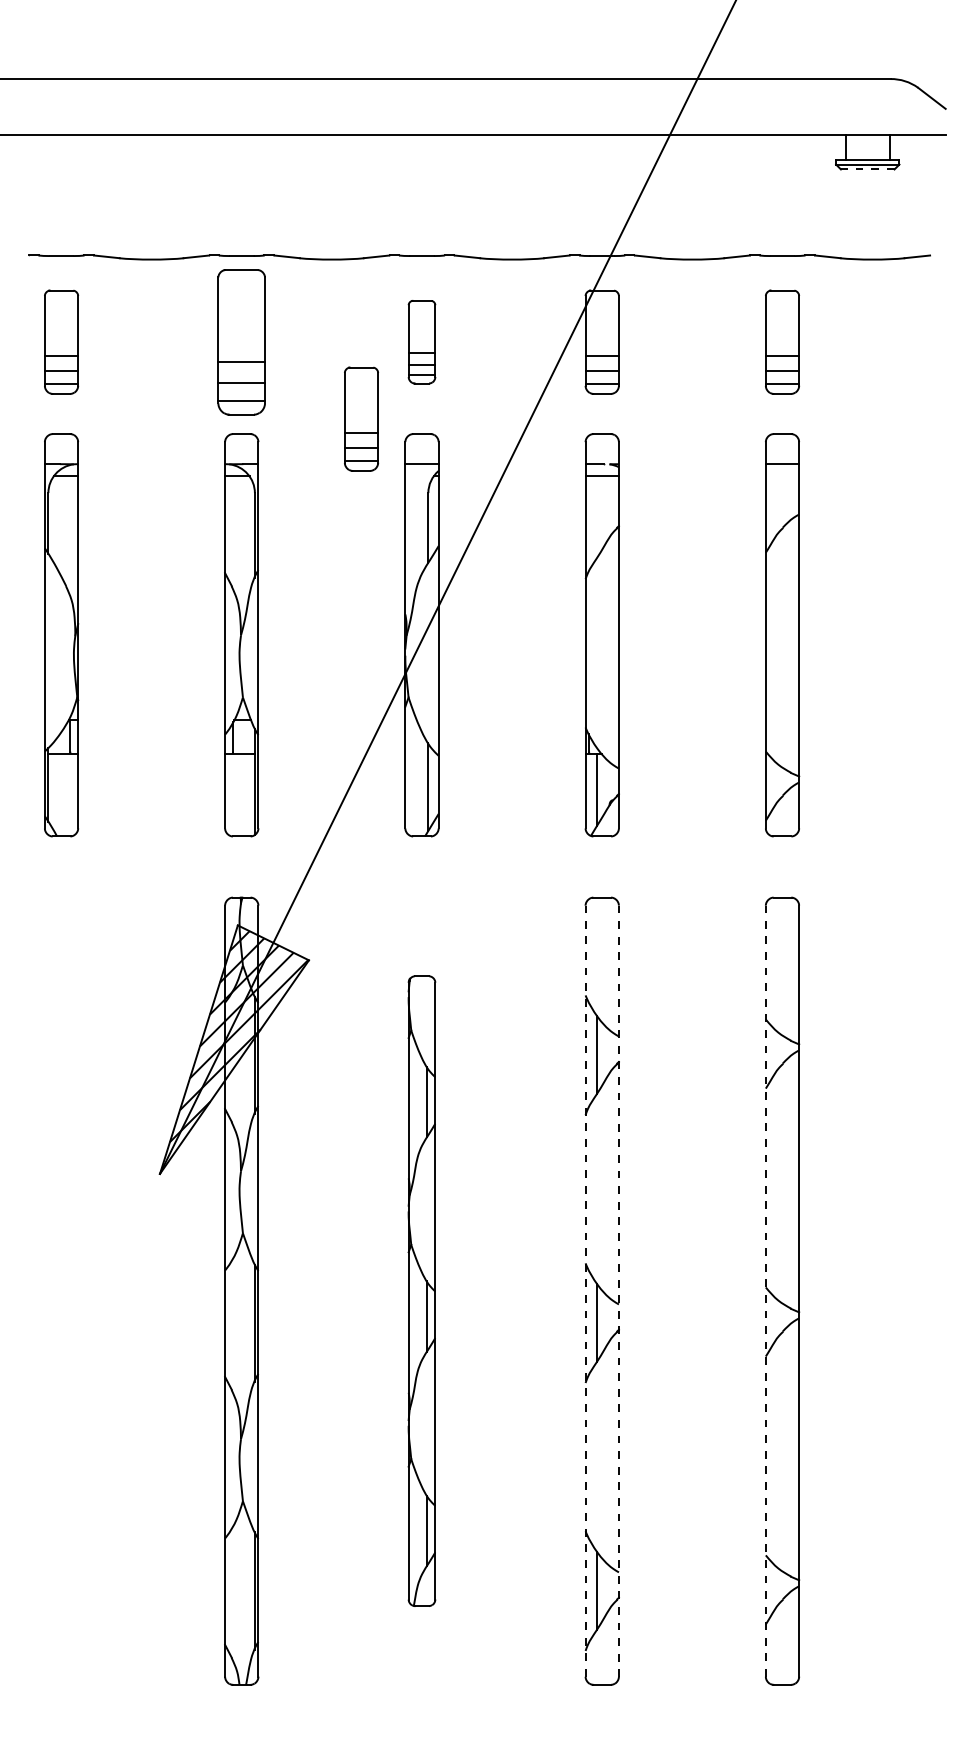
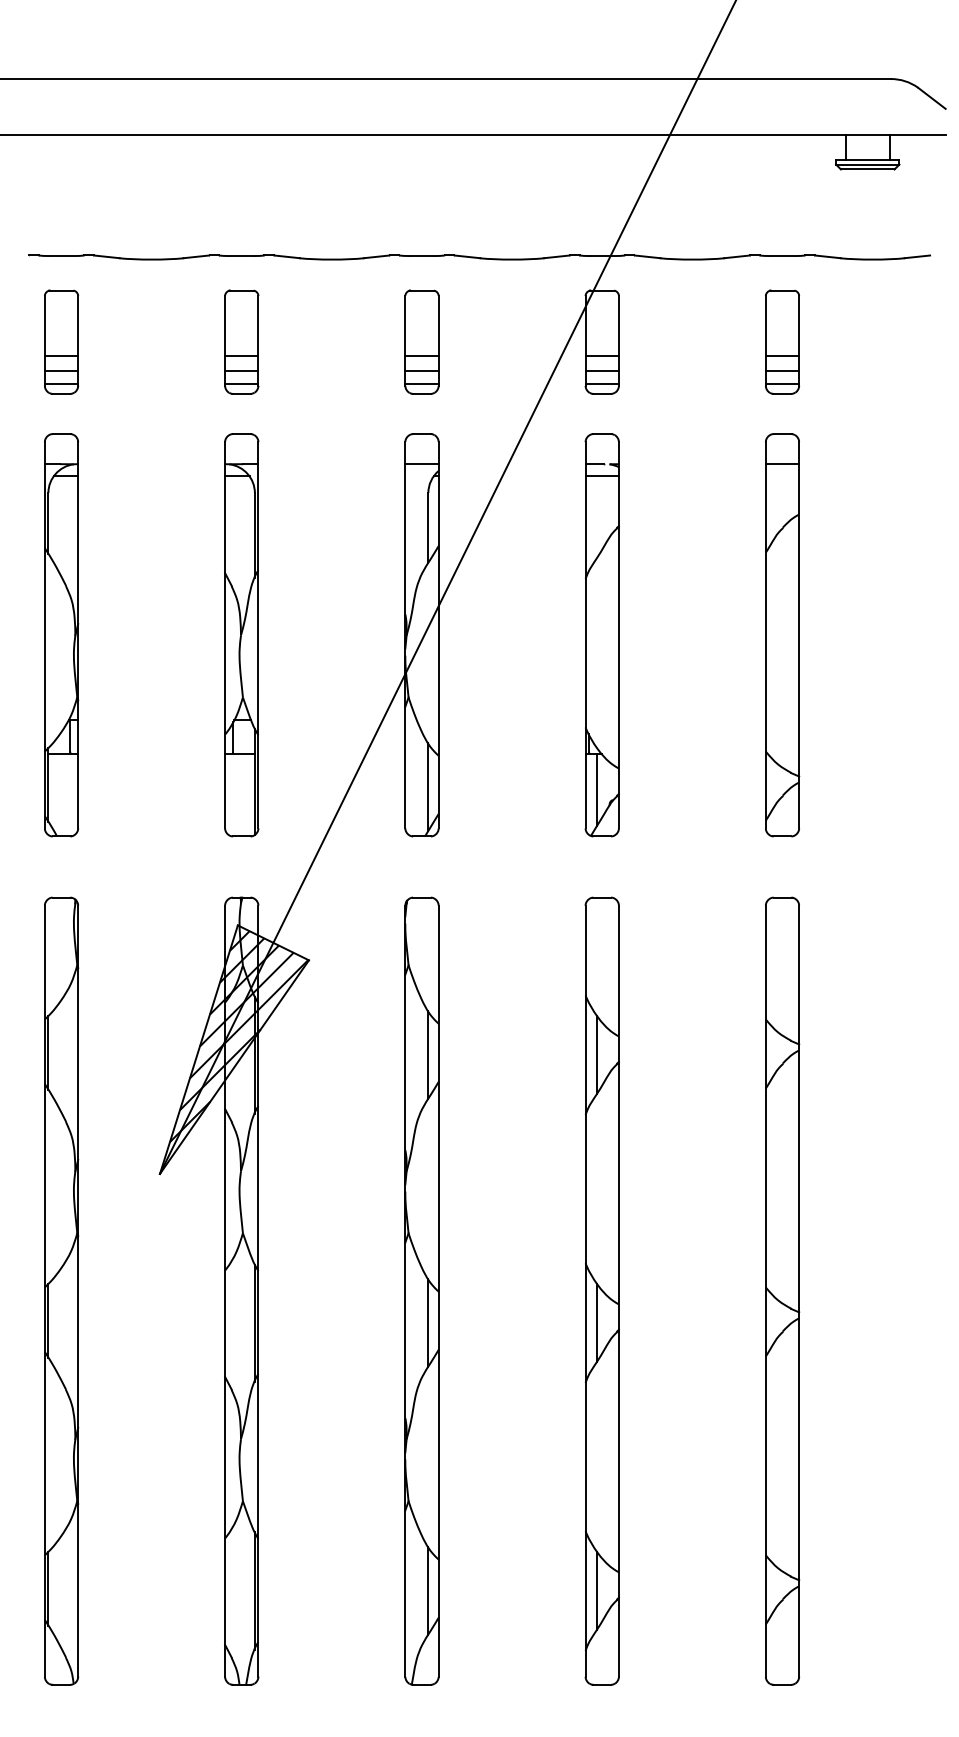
line at (867, 169): dashed -> solid
part at (241, 342) size: 49x147 px -> 36x106 px
part at (421, 342) size: 30x85 px -> 36x106 px
part at (361, 418): present -> none
part at (61, 1290): none -> present
part at (421, 1290) size: 30x632 px -> 36x790 px
line at (585, 1291): dashed -> solid
line at (618, 1291): dashed -> solid
line at (765, 1291): dashed -> solid
